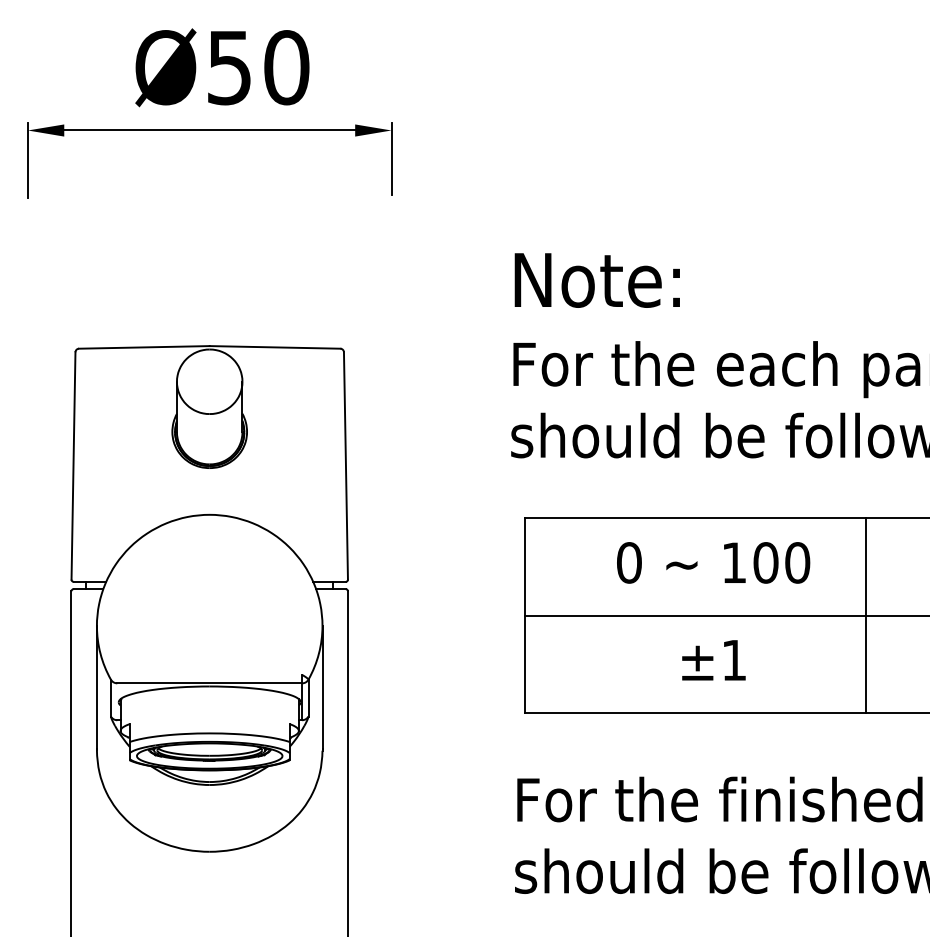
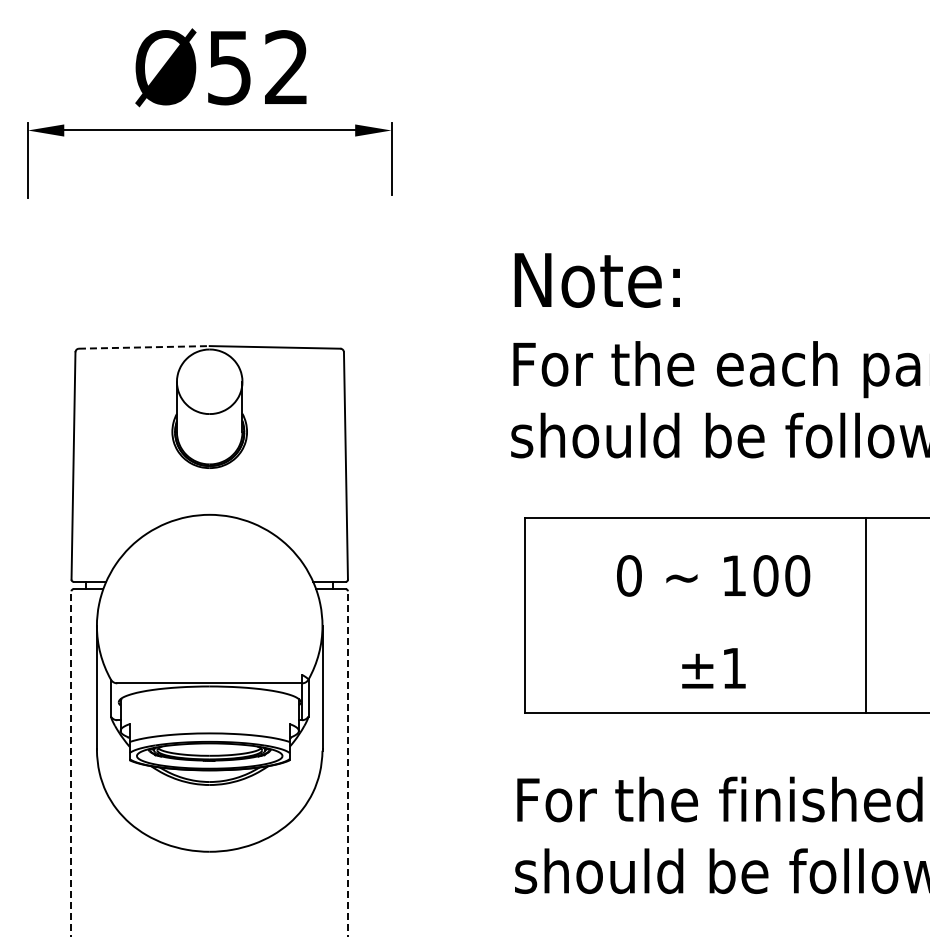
text at (286, 67): Ø50 -> Ø52
line at (144, 347): solid -> dashed
text at (713, 562) position: (713, 562) -> (713, 575)
line at (725, 615): present -> none
text at (713, 660) position: (713, 660) -> (713, 668)
line at (71, 763): solid -> dashed
line at (347, 763): solid -> dashed
